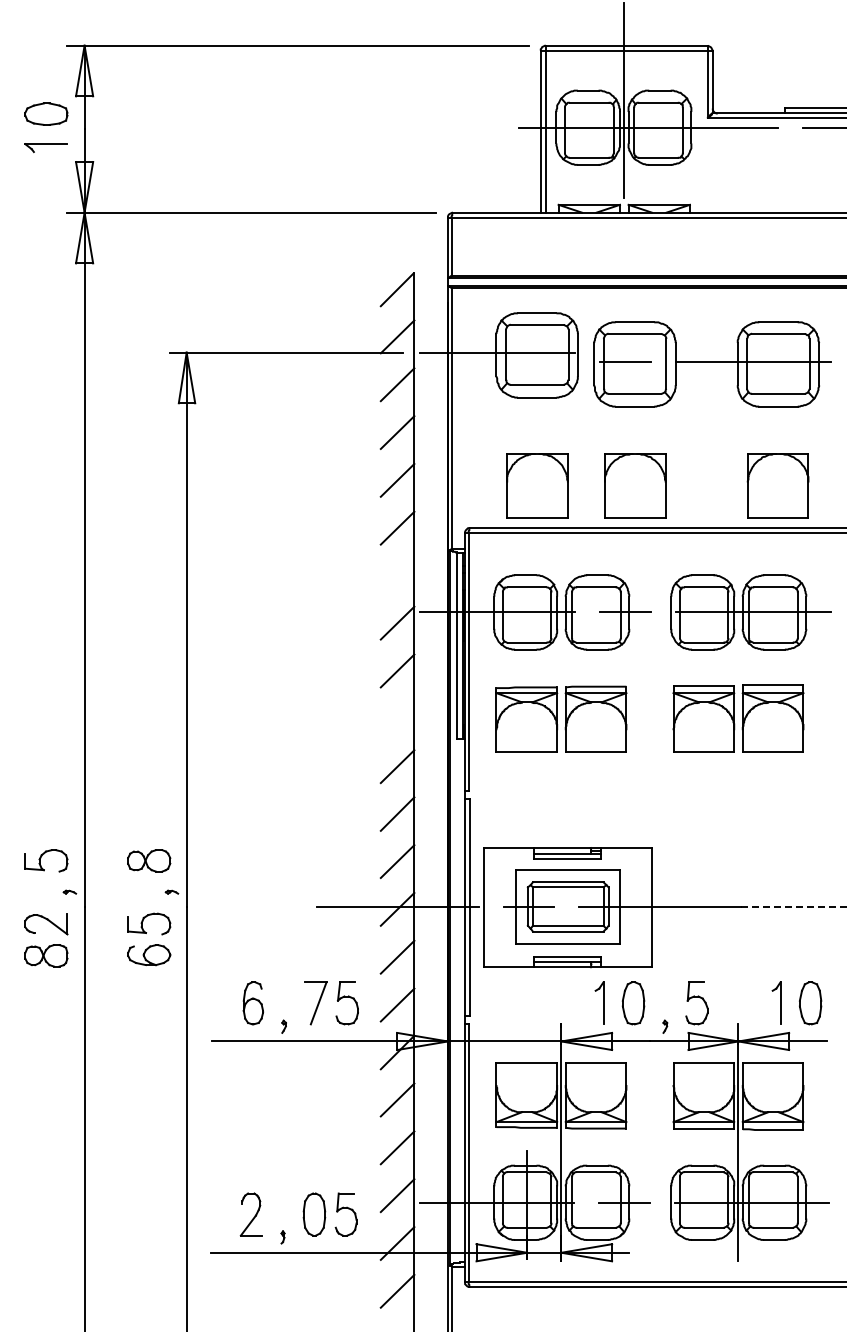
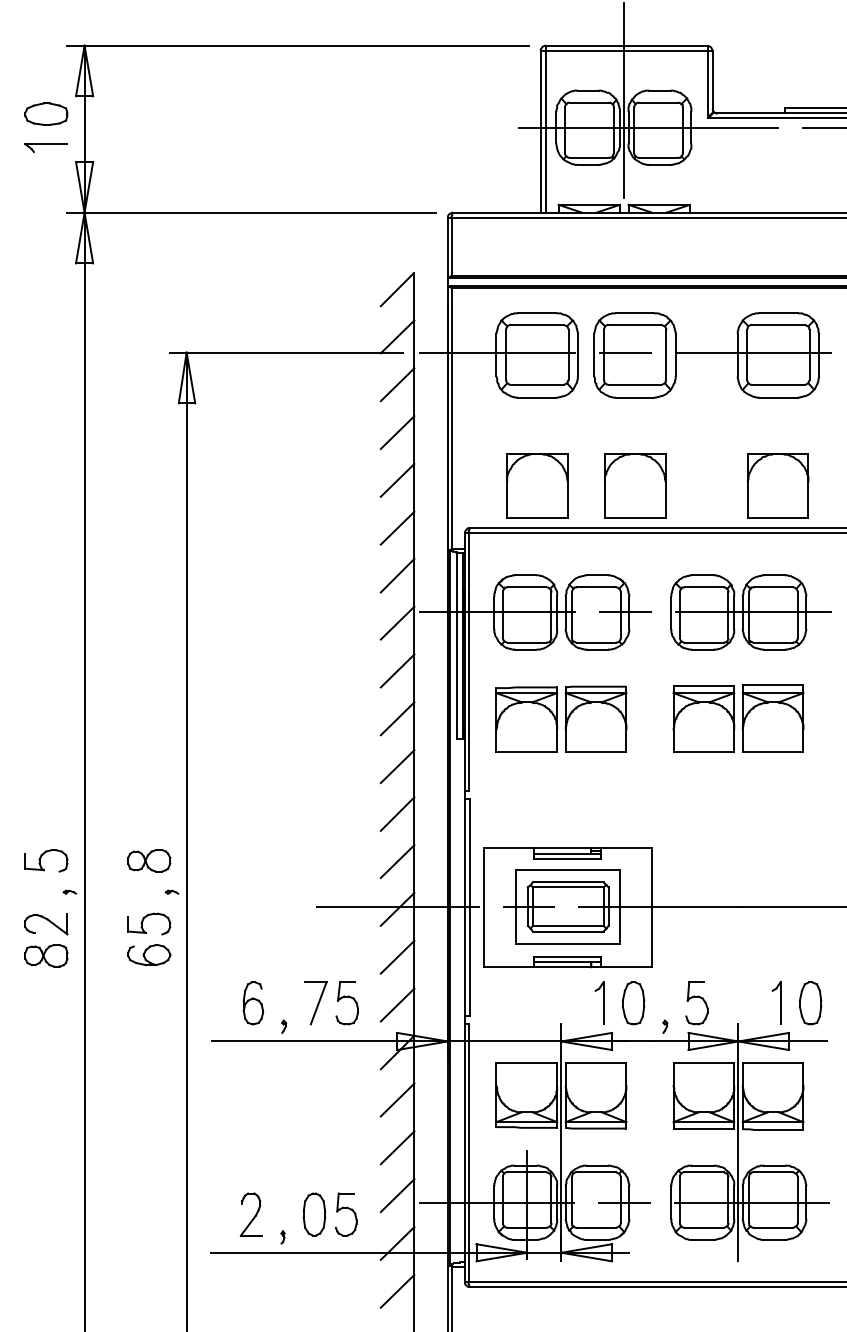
part at (712, 364) position: (712, 364) -> (712, 355)
line at (397, 575): none -> present
line at (397, 718): none -> present
line at (793, 907): dashed -> solid
